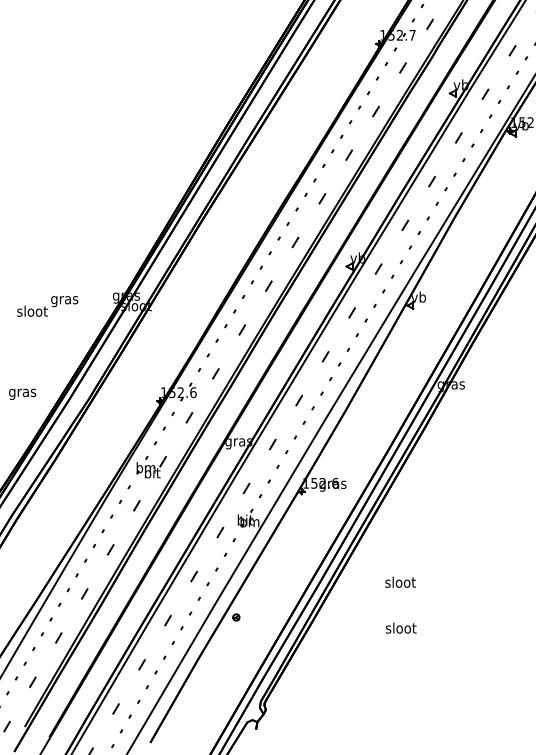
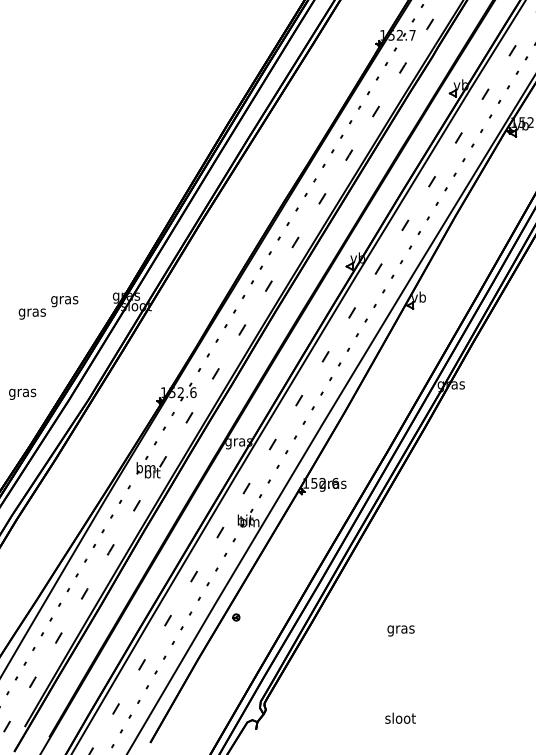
text at (32, 312): sloot -> gras
text at (400, 581) position: (400, 581) -> (400, 717)
text at (400, 629): sloot -> gras
